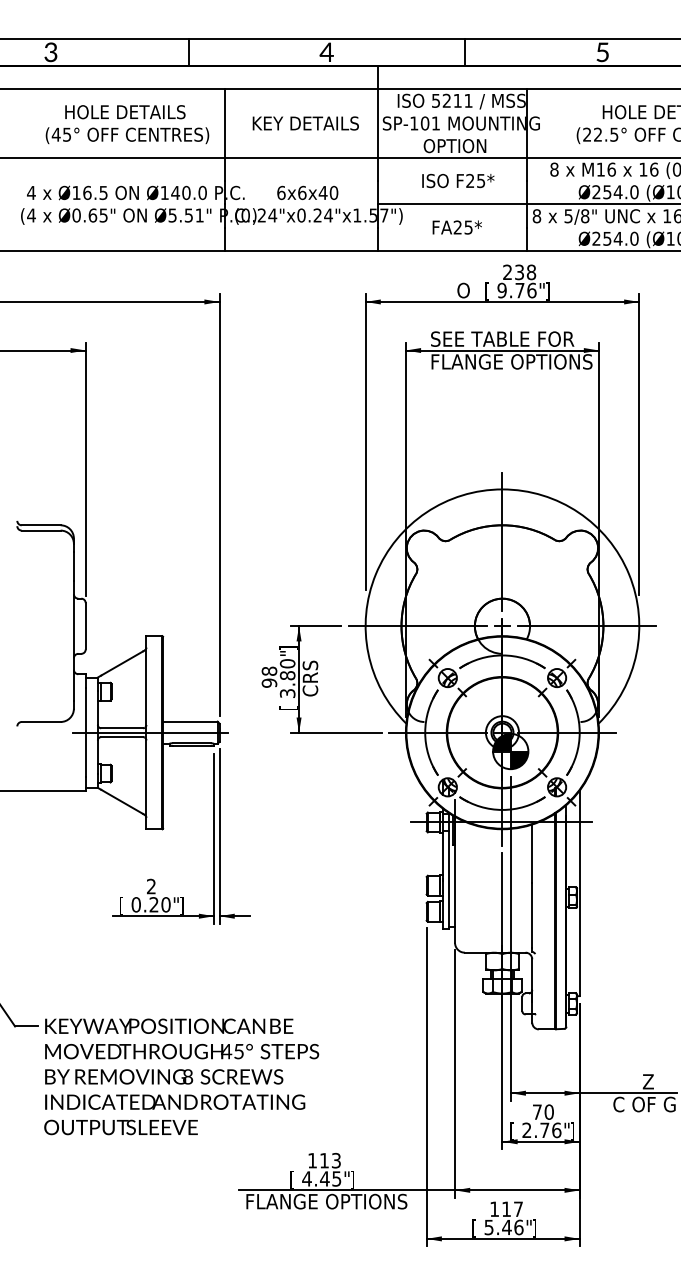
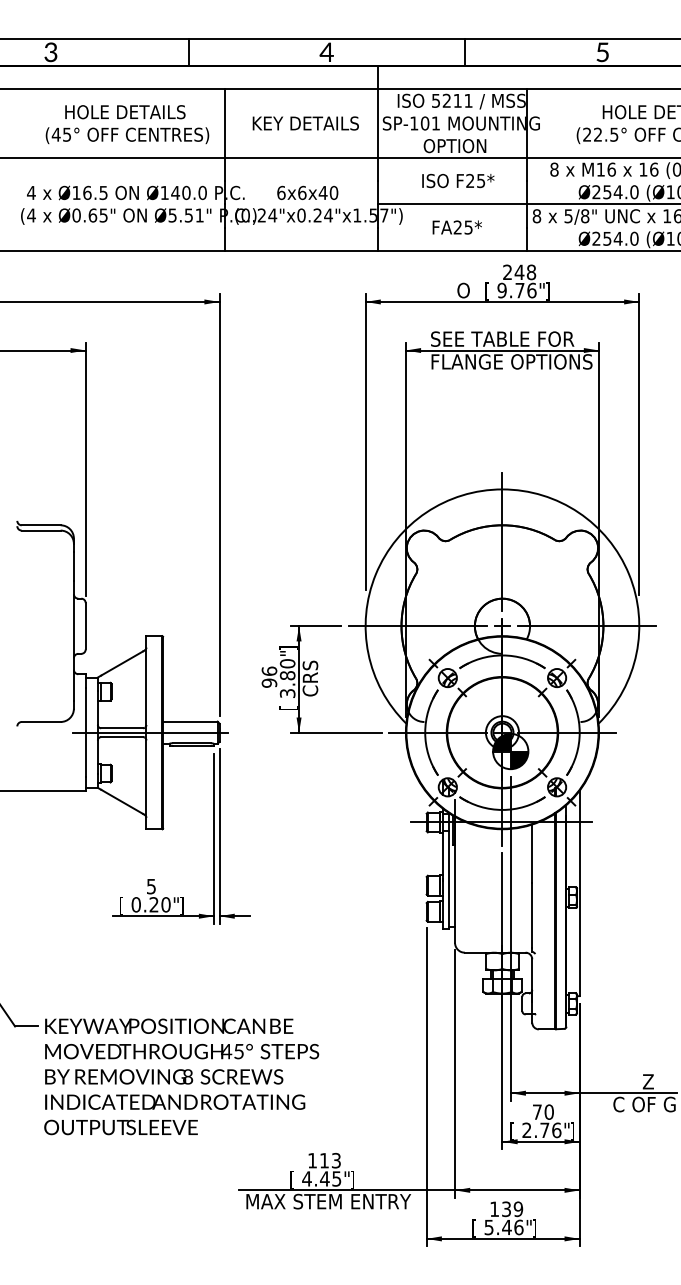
text at (519, 272): 238 -> 248
text at (269, 670): 98 -> 96
text at (151, 886): 2 -> 5
text at (329, 1201): FLANGE OPTIONS -> MAX STEM ENTRY
text at (512, 1209): 117 -> 139
